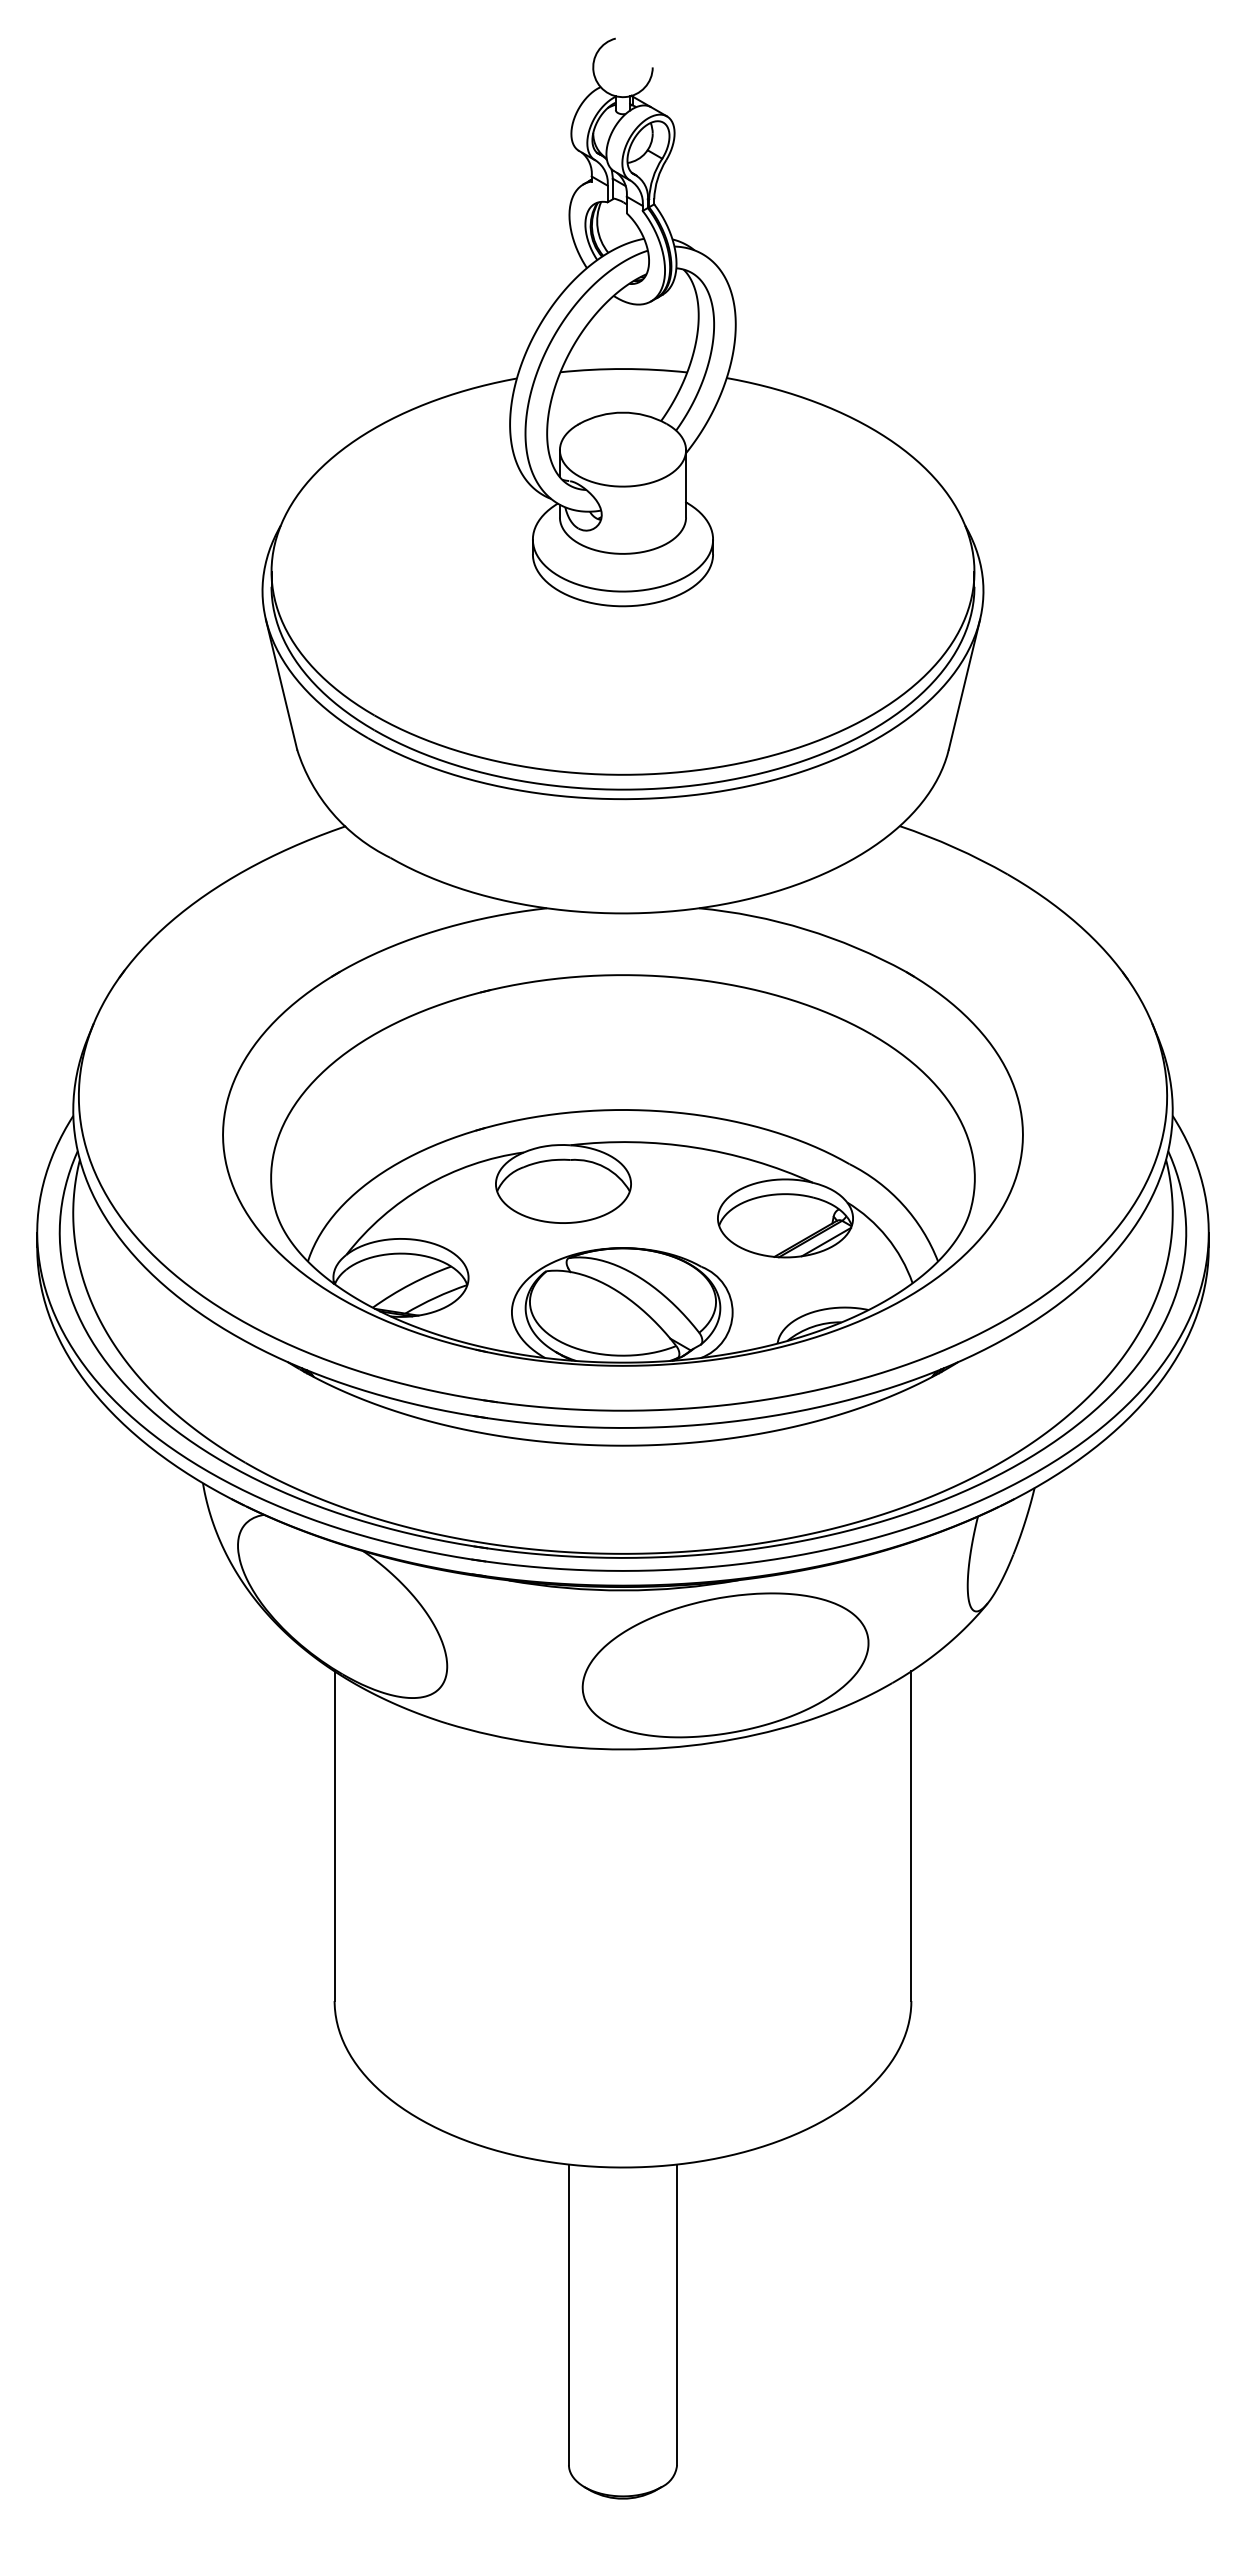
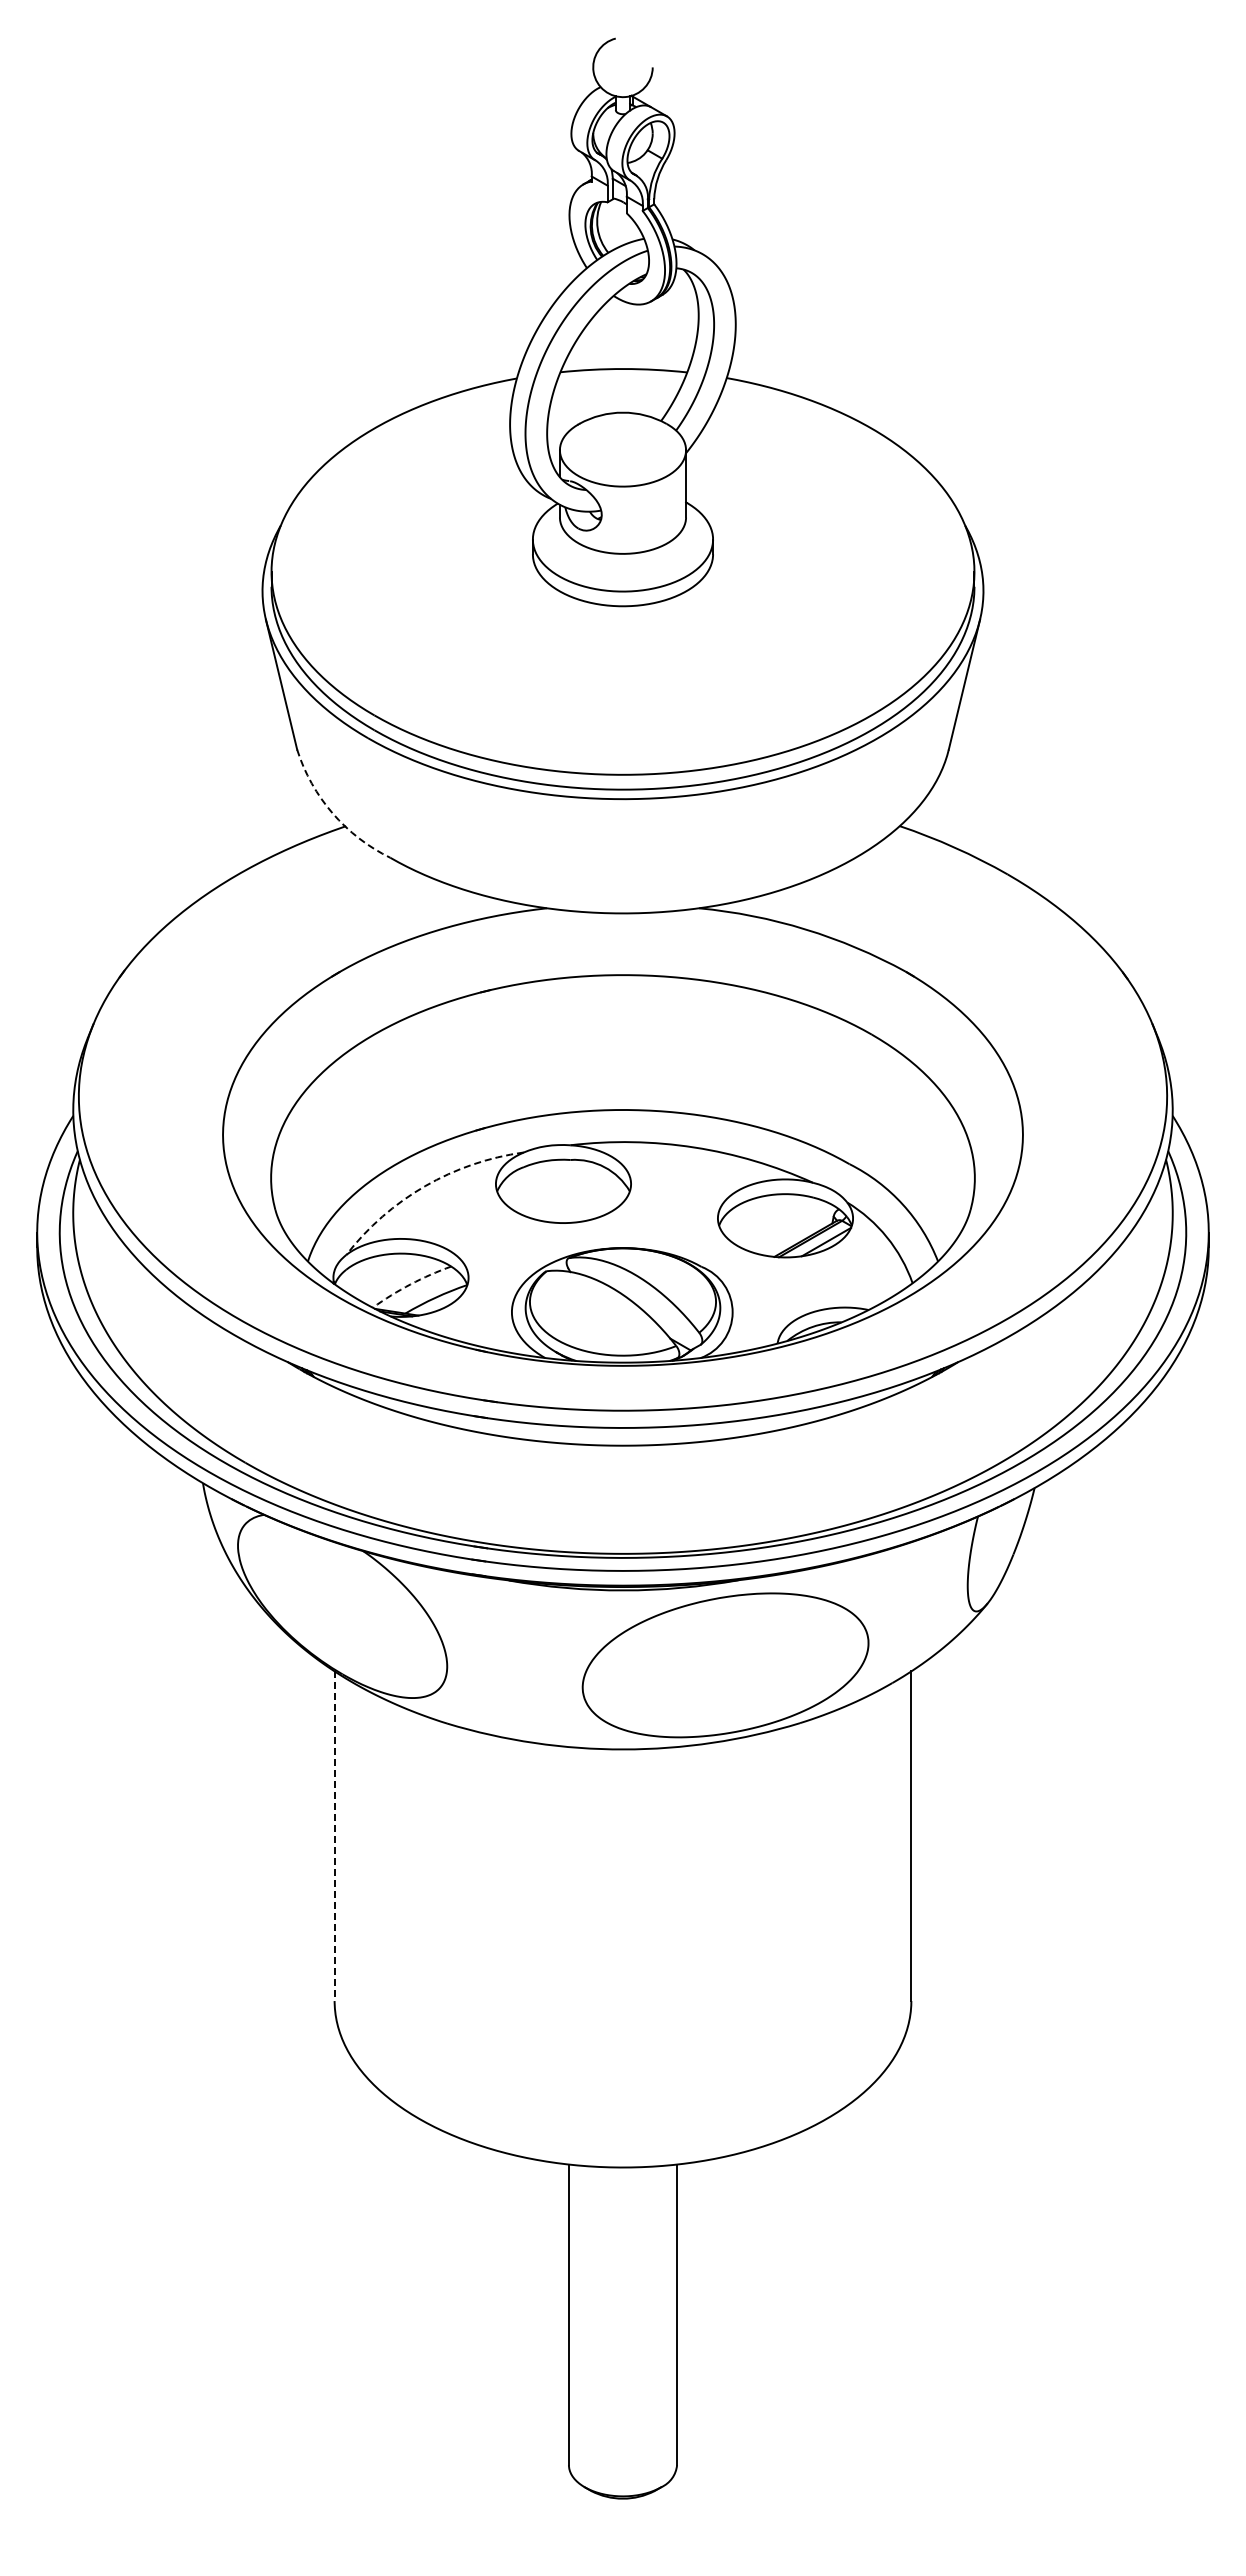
arc at (332, 813): solid -> dashed
arc at (424, 1186): solid -> dashed
arc at (410, 1284): solid -> dashed
line at (334, 1836): solid -> dashed
